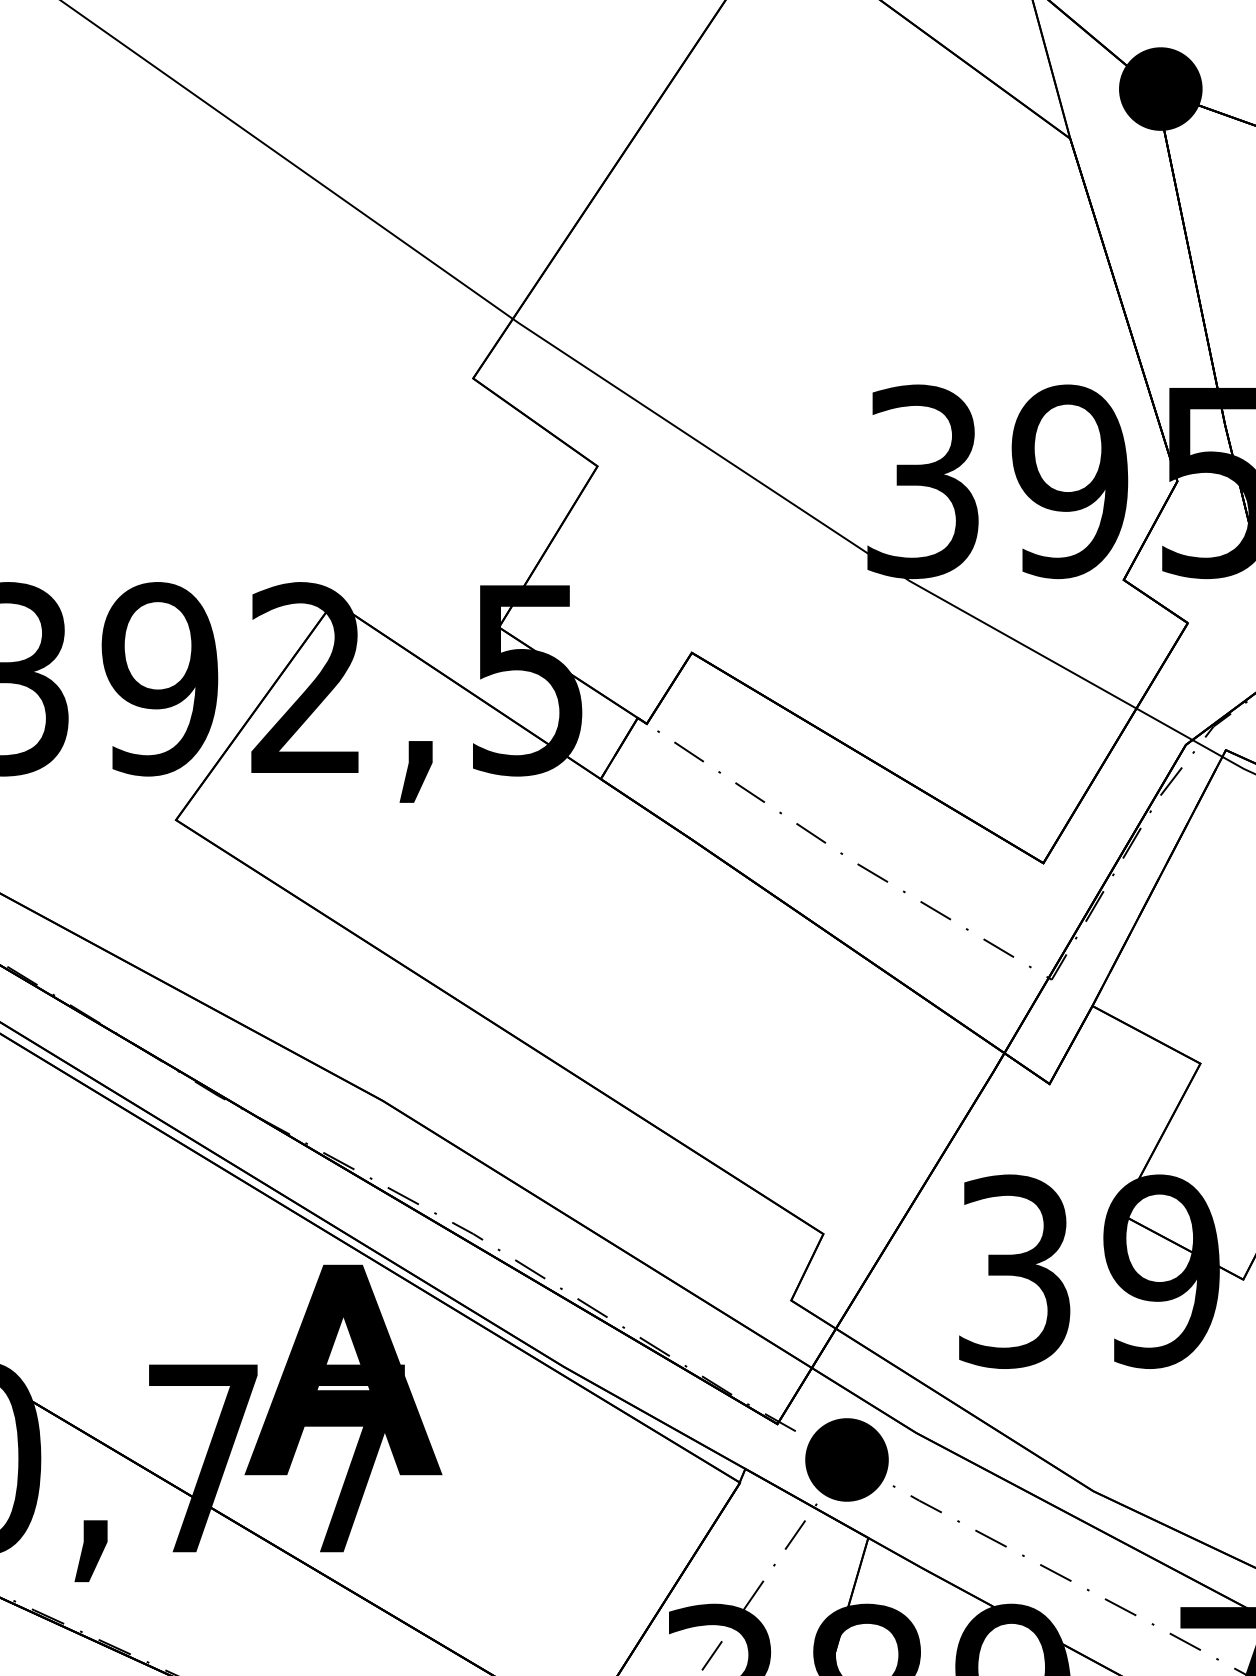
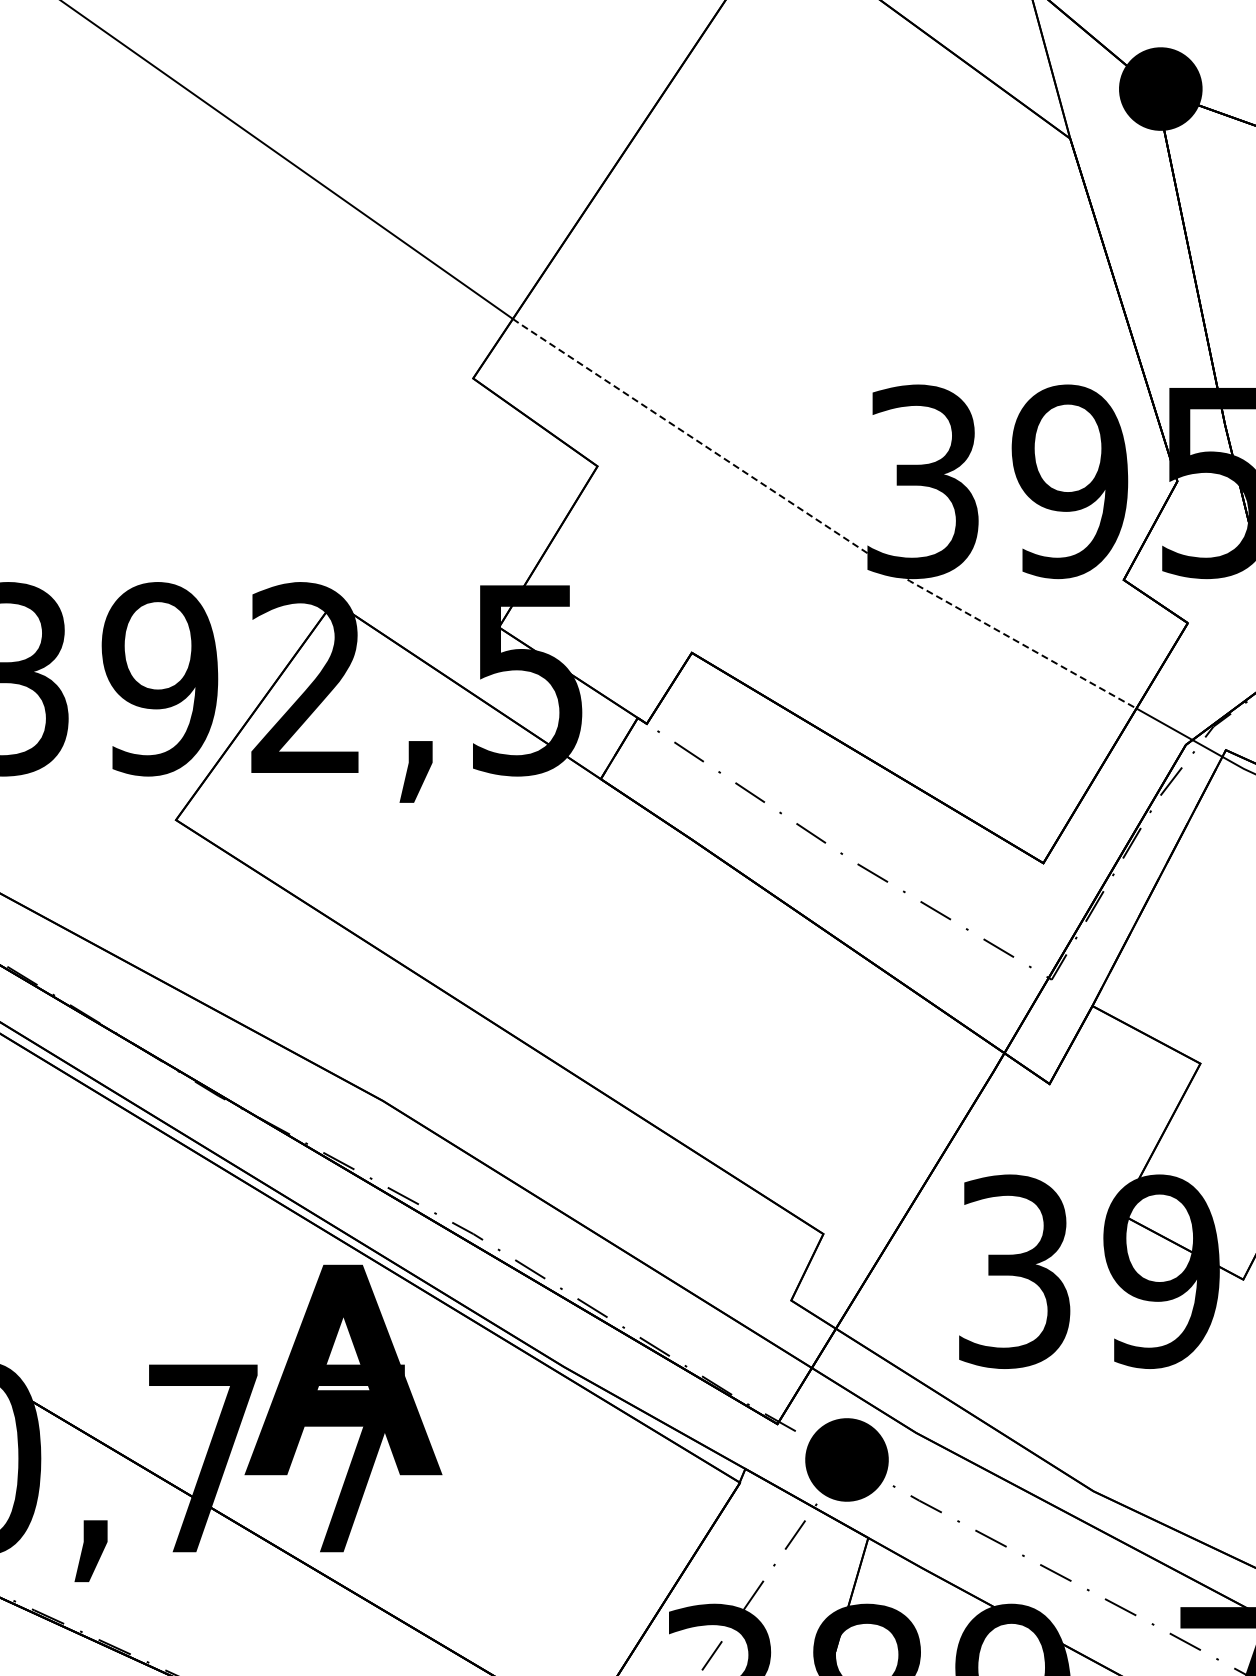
line at (819, 521): solid -> dashed
